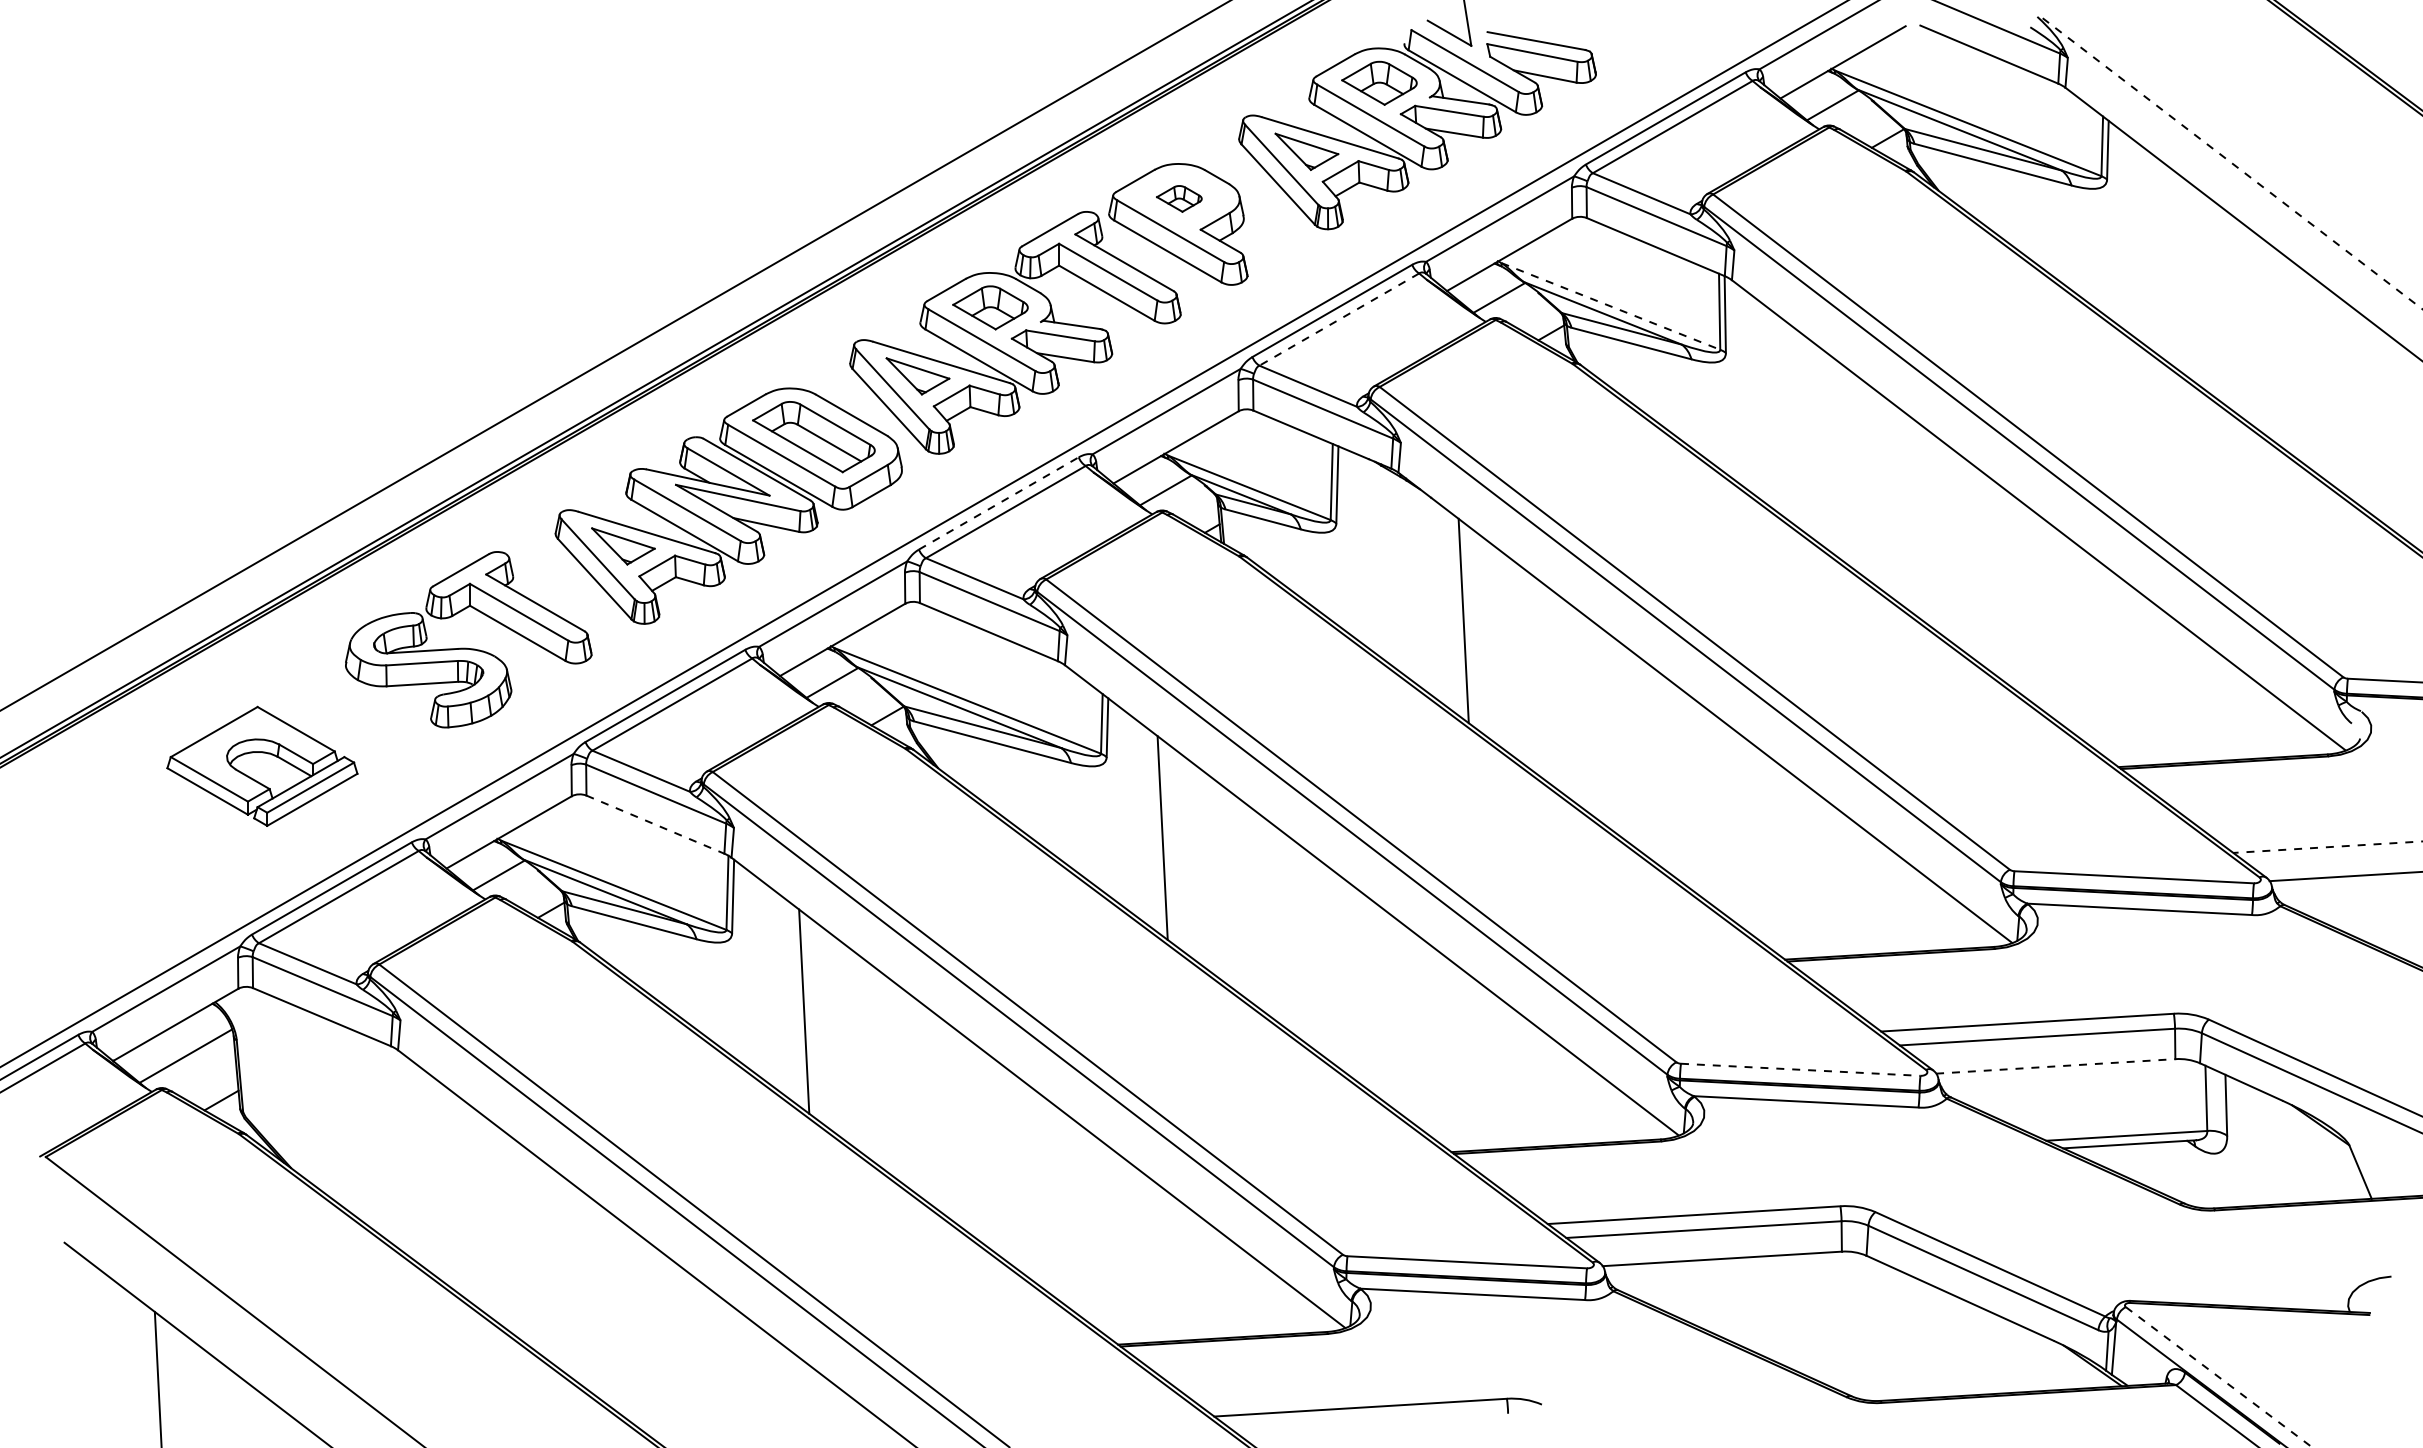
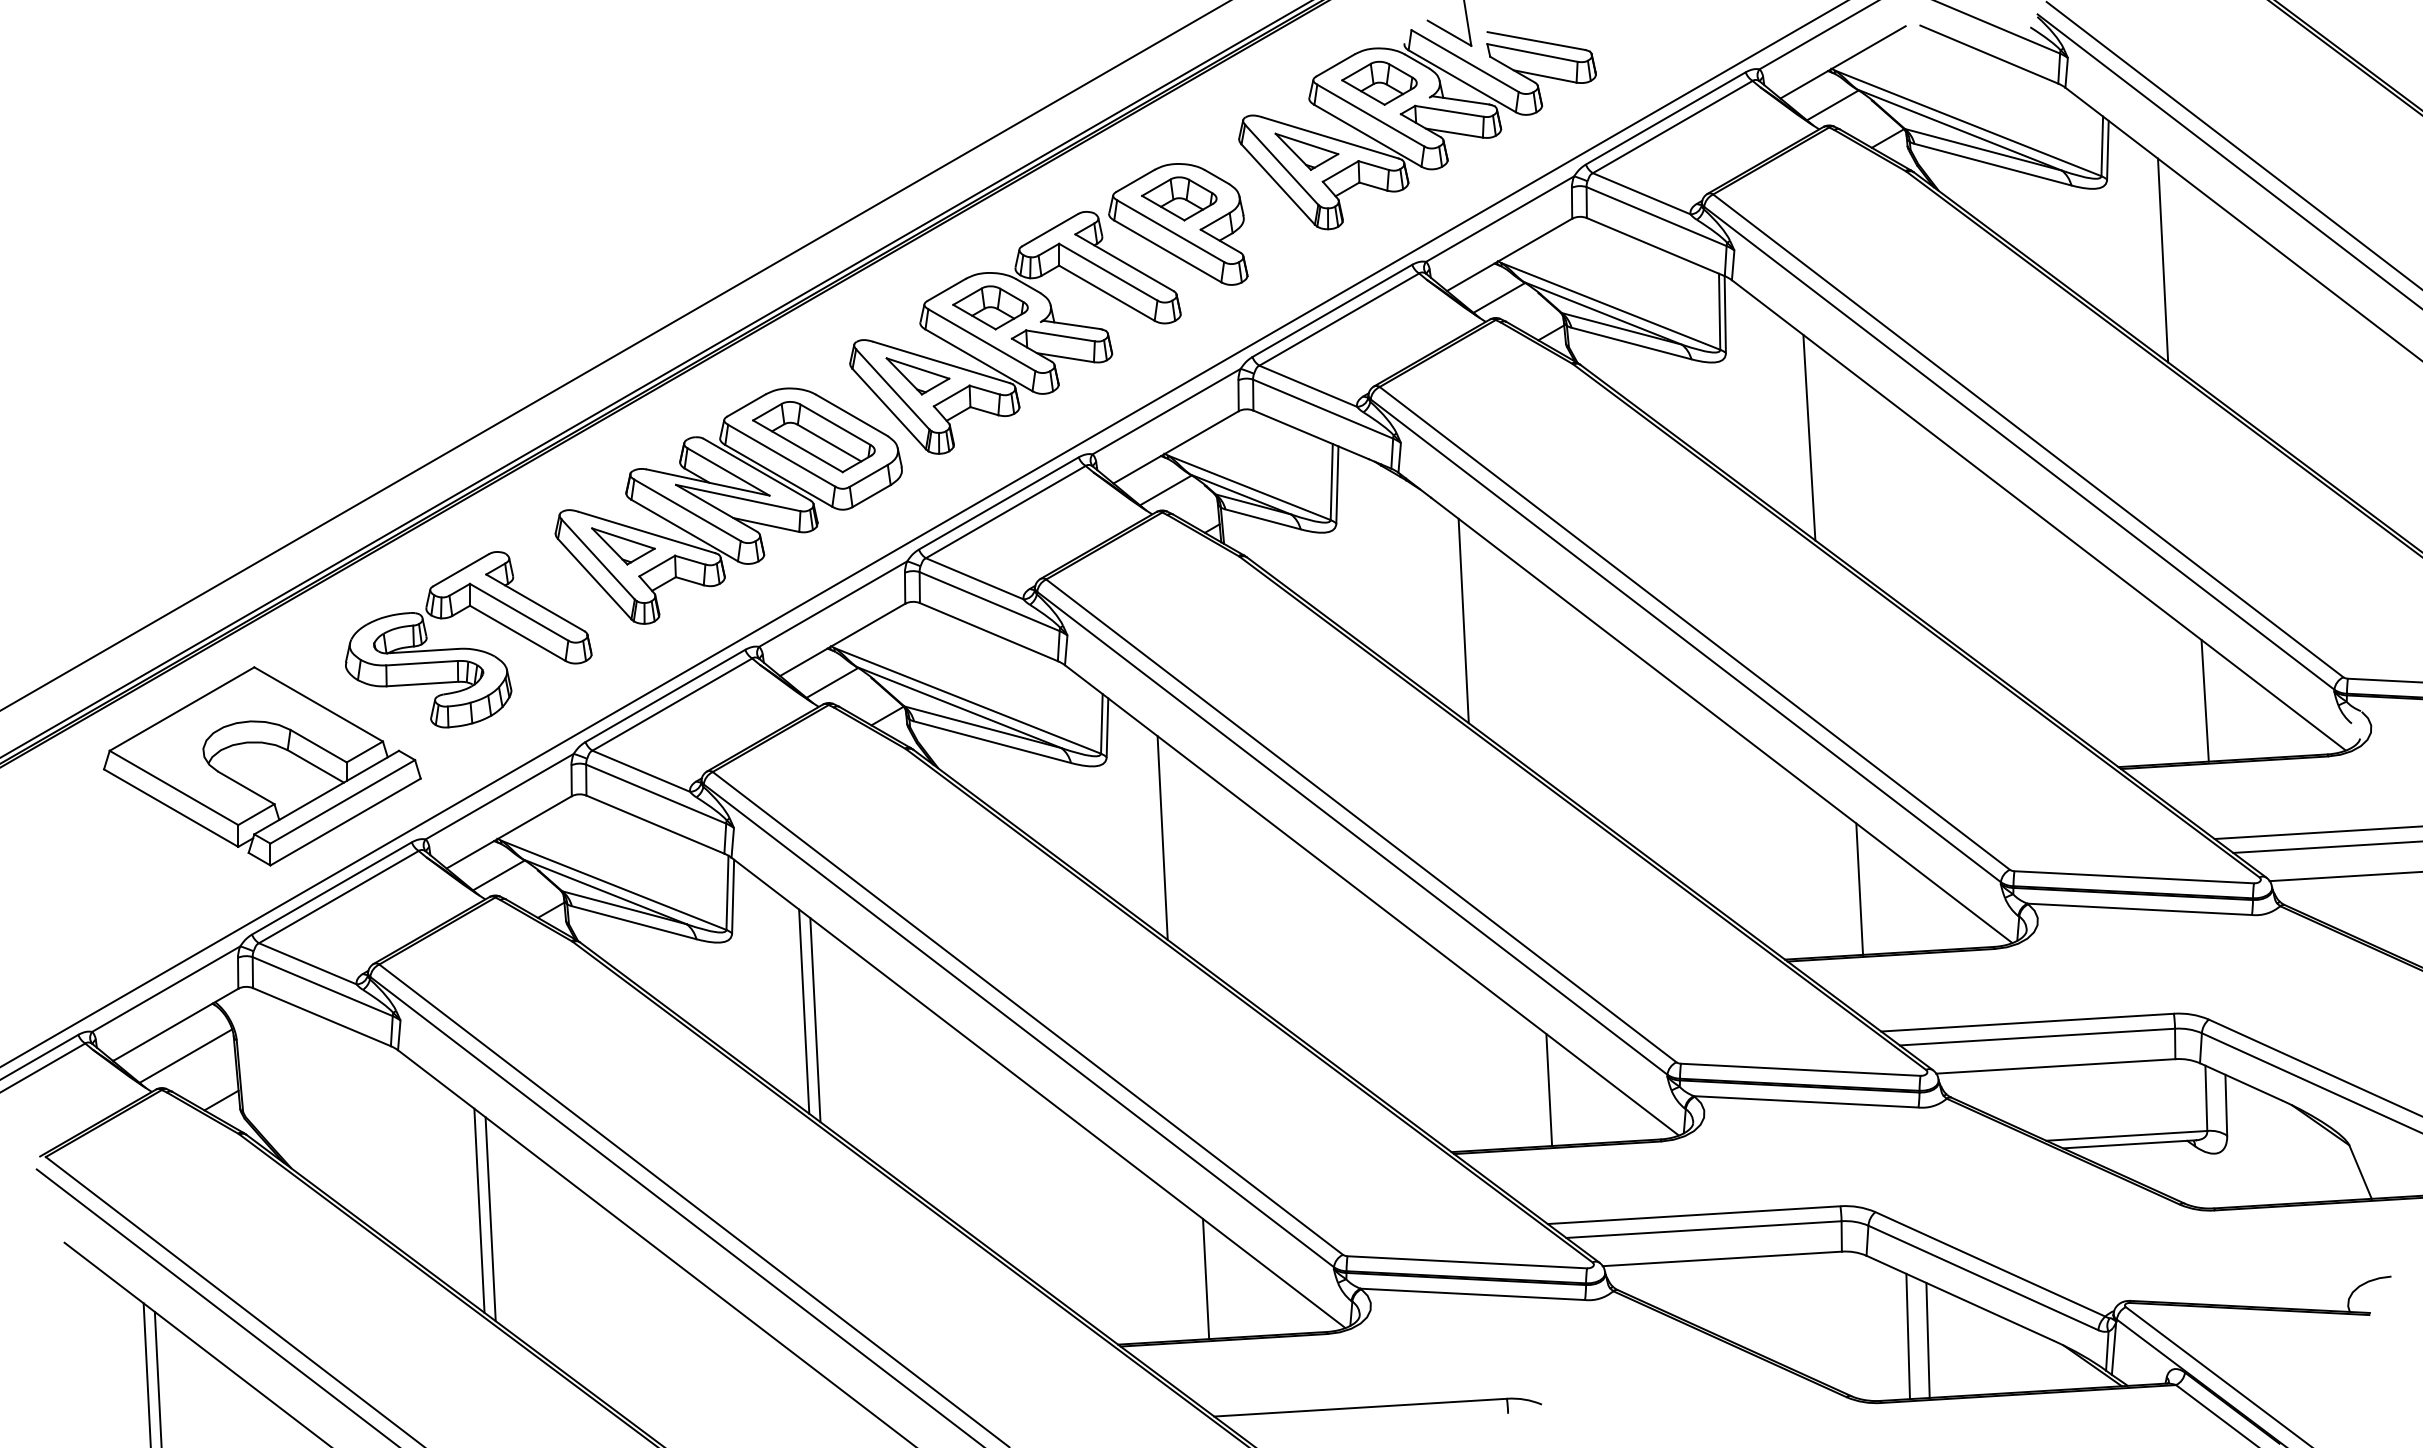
line at (2233, 144): none -> present
line at (2229, 161): dashed -> solid
part at (1179, 198) size: 47x28 px -> 77x46 px
line at (2163, 260): none -> present
line at (1610, 306): dashed -> solid
line at (1338, 319): dashed -> solid
line at (1809, 437): none -> present
line at (999, 503): dashed -> solid
line at (2204, 700): none -> present
part at (262, 765) size: 193x122 px -> 319x201 px
line at (655, 824): dashed -> solid
line at (2316, 832): none -> present
line at (2328, 847): dashed -> solid
line at (1859, 888): none -> present
line at (815, 1020): none -> present
line at (2055, 1066): dashed -> solid
line at (1800, 1069): dashed -> solid
line at (1549, 1090): none -> present
line at (479, 1210): none -> present
line at (490, 1219): none -> present
line at (1206, 1278): none -> present
line at (216, 1306): none -> present
line at (1907, 1336): none -> present
line at (1927, 1339): none -> present
line at (146, 1373): none -> present
line at (2219, 1377): dashed -> solid
